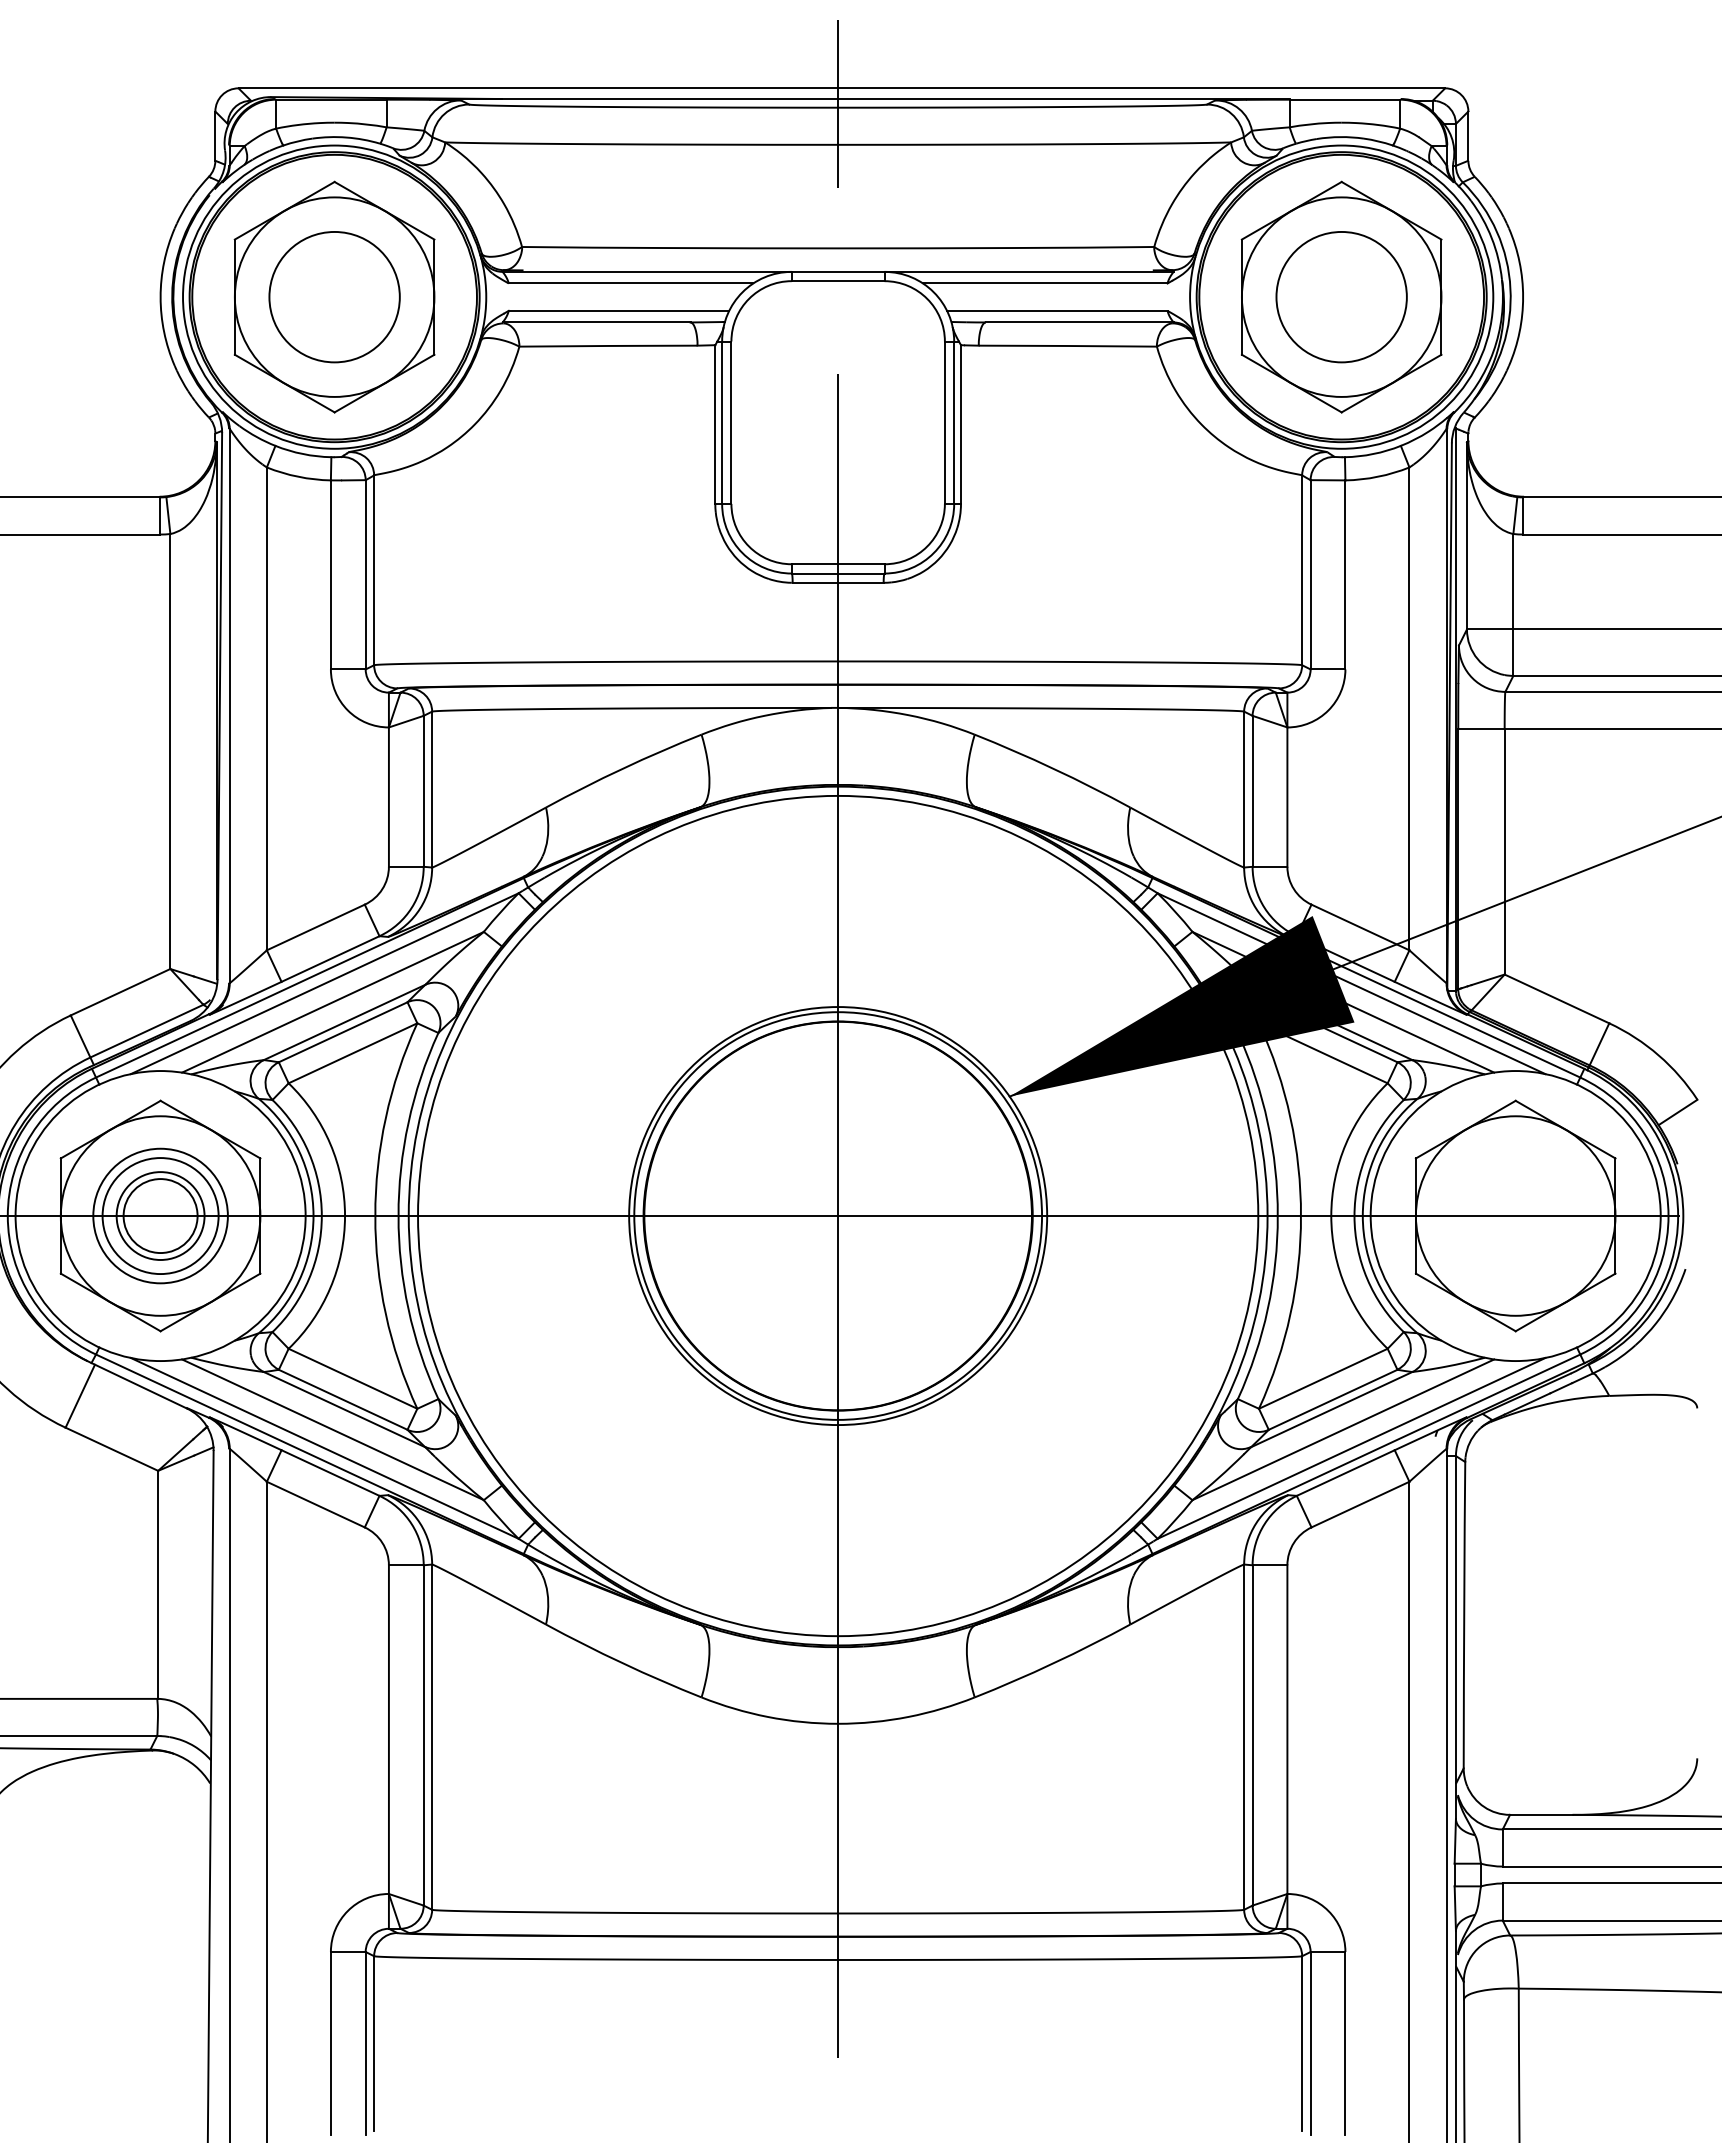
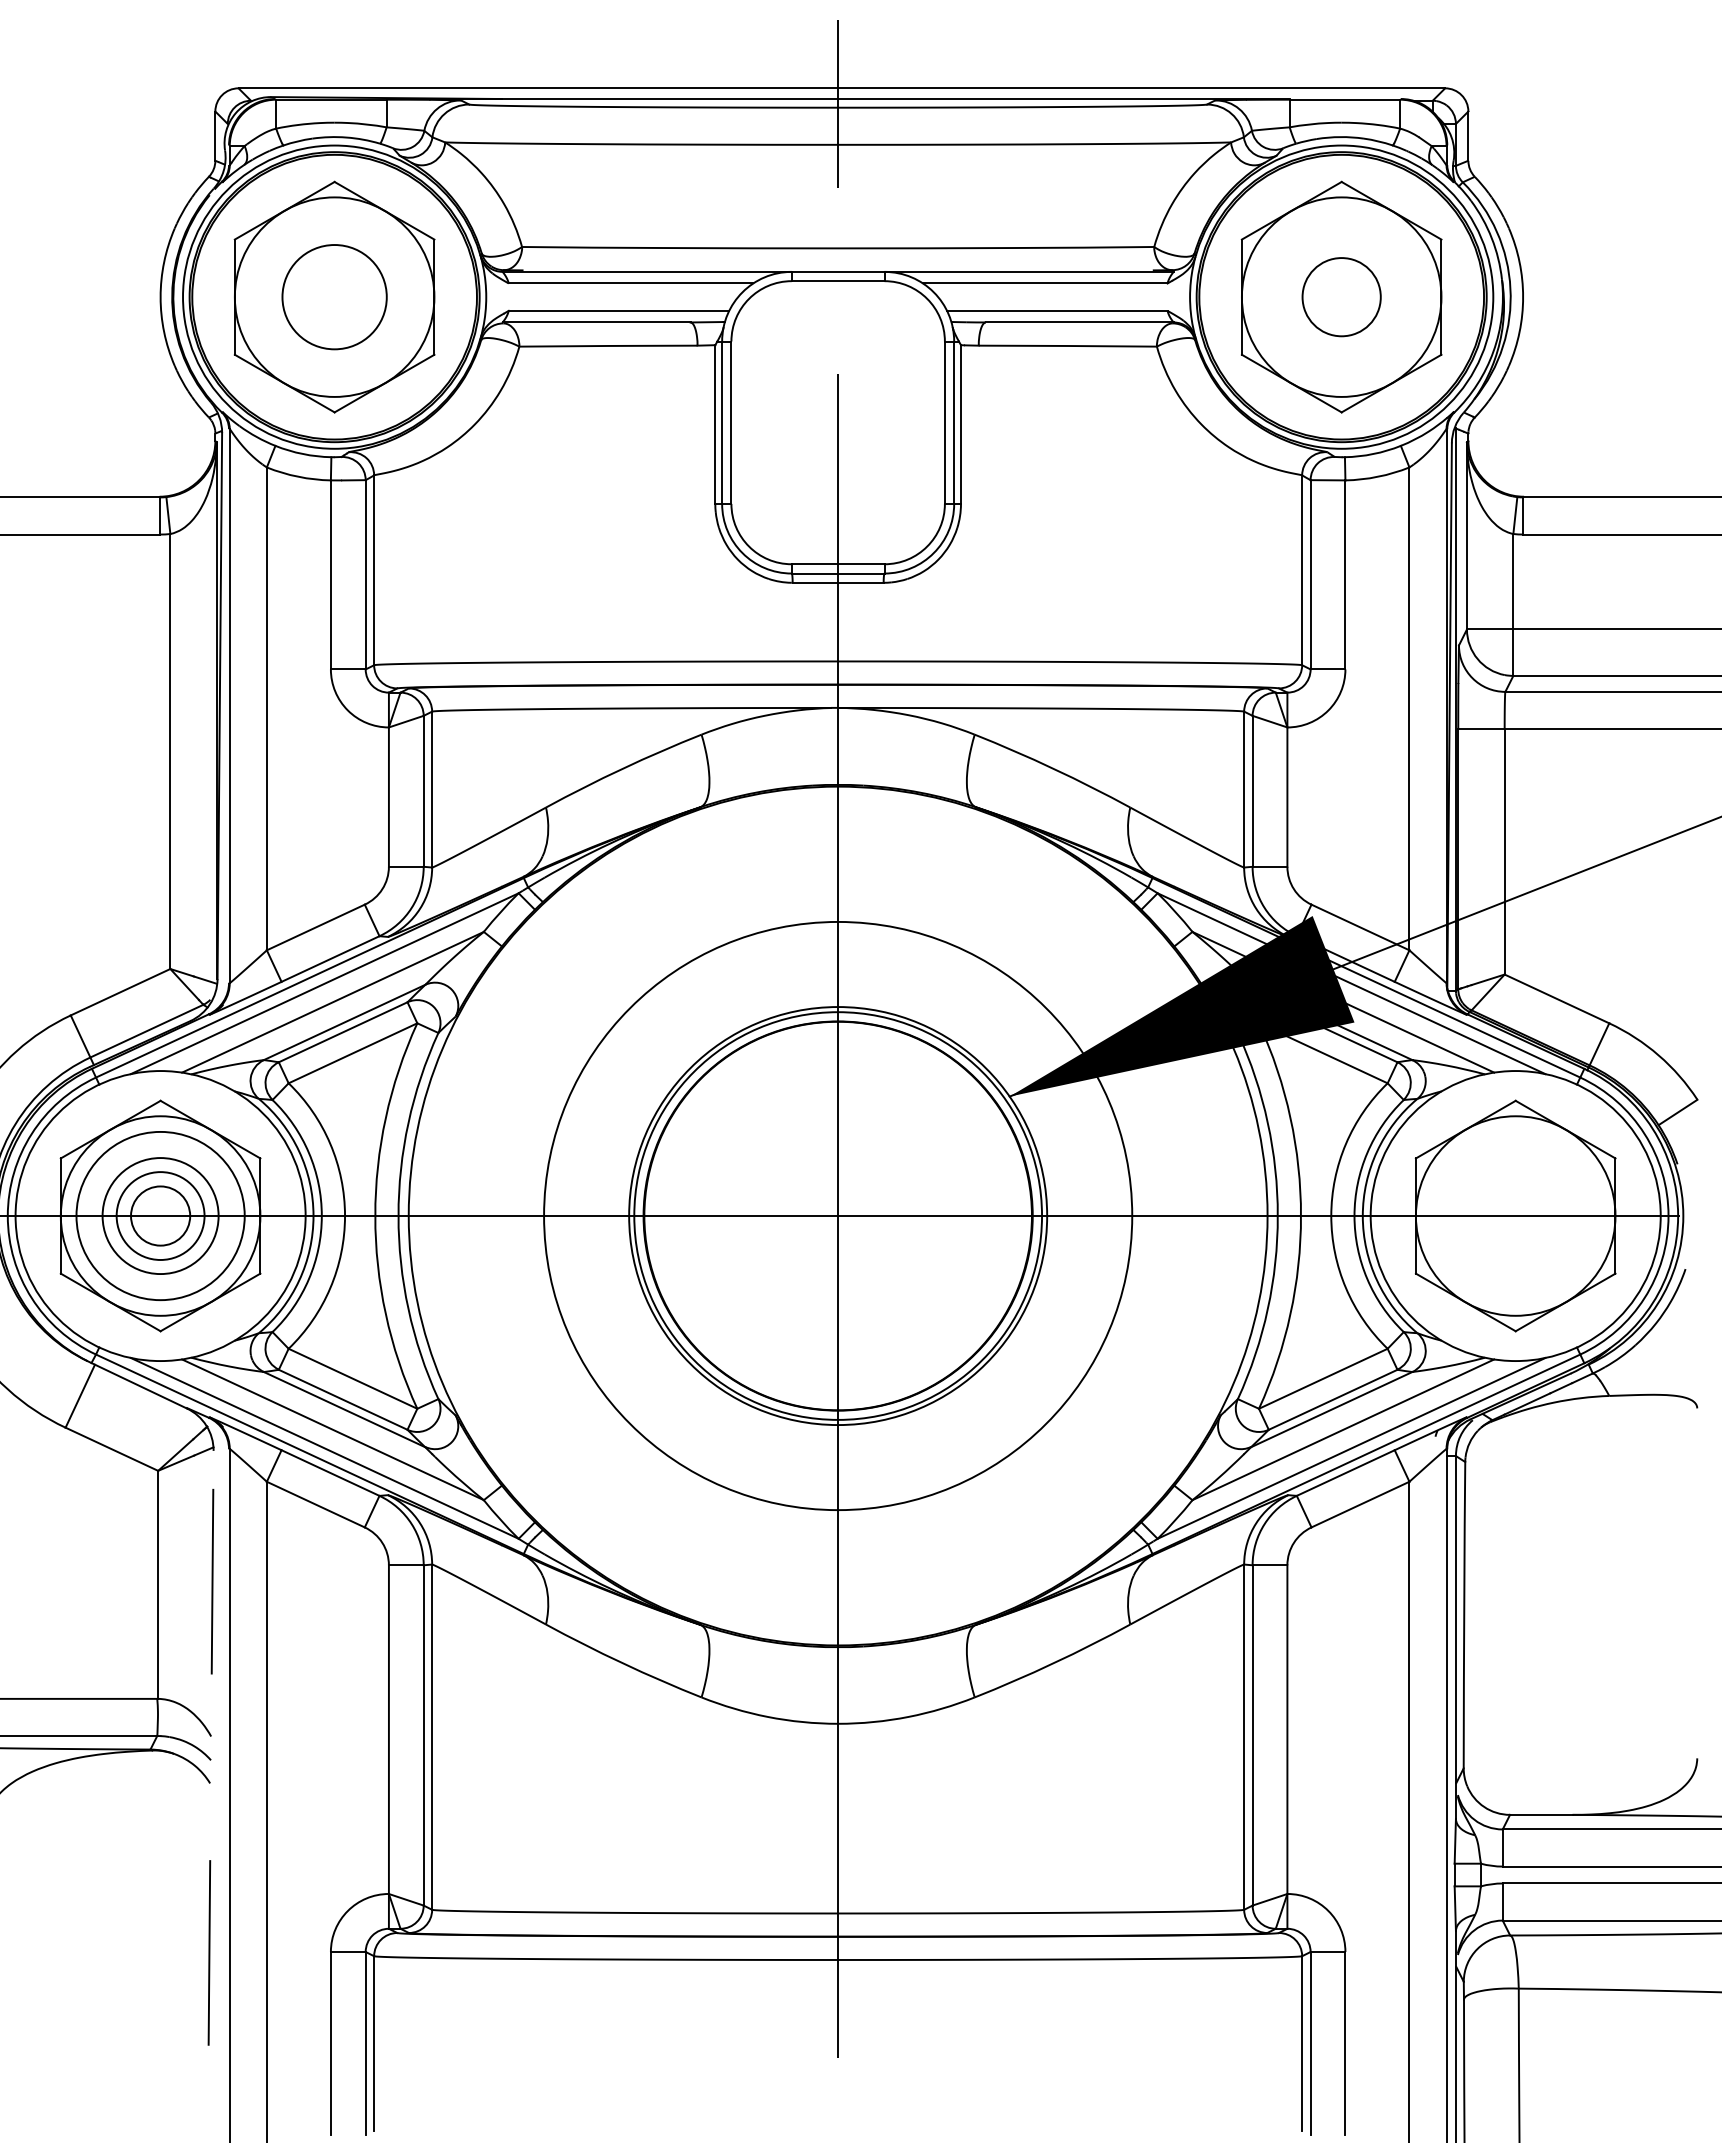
circle at (334, 296) diameter: 130 px -> 104 px
circle at (1341, 296) diameter: 130 px -> 78 px
circle at (160, 1215) diameter: 135 px -> 168 px
circle at (838, 1215) diameter: 840 px -> 588 px
circle at (160, 1216) diameter: 74 px -> 59 px
line at (210, 1796): solid -> dashed
